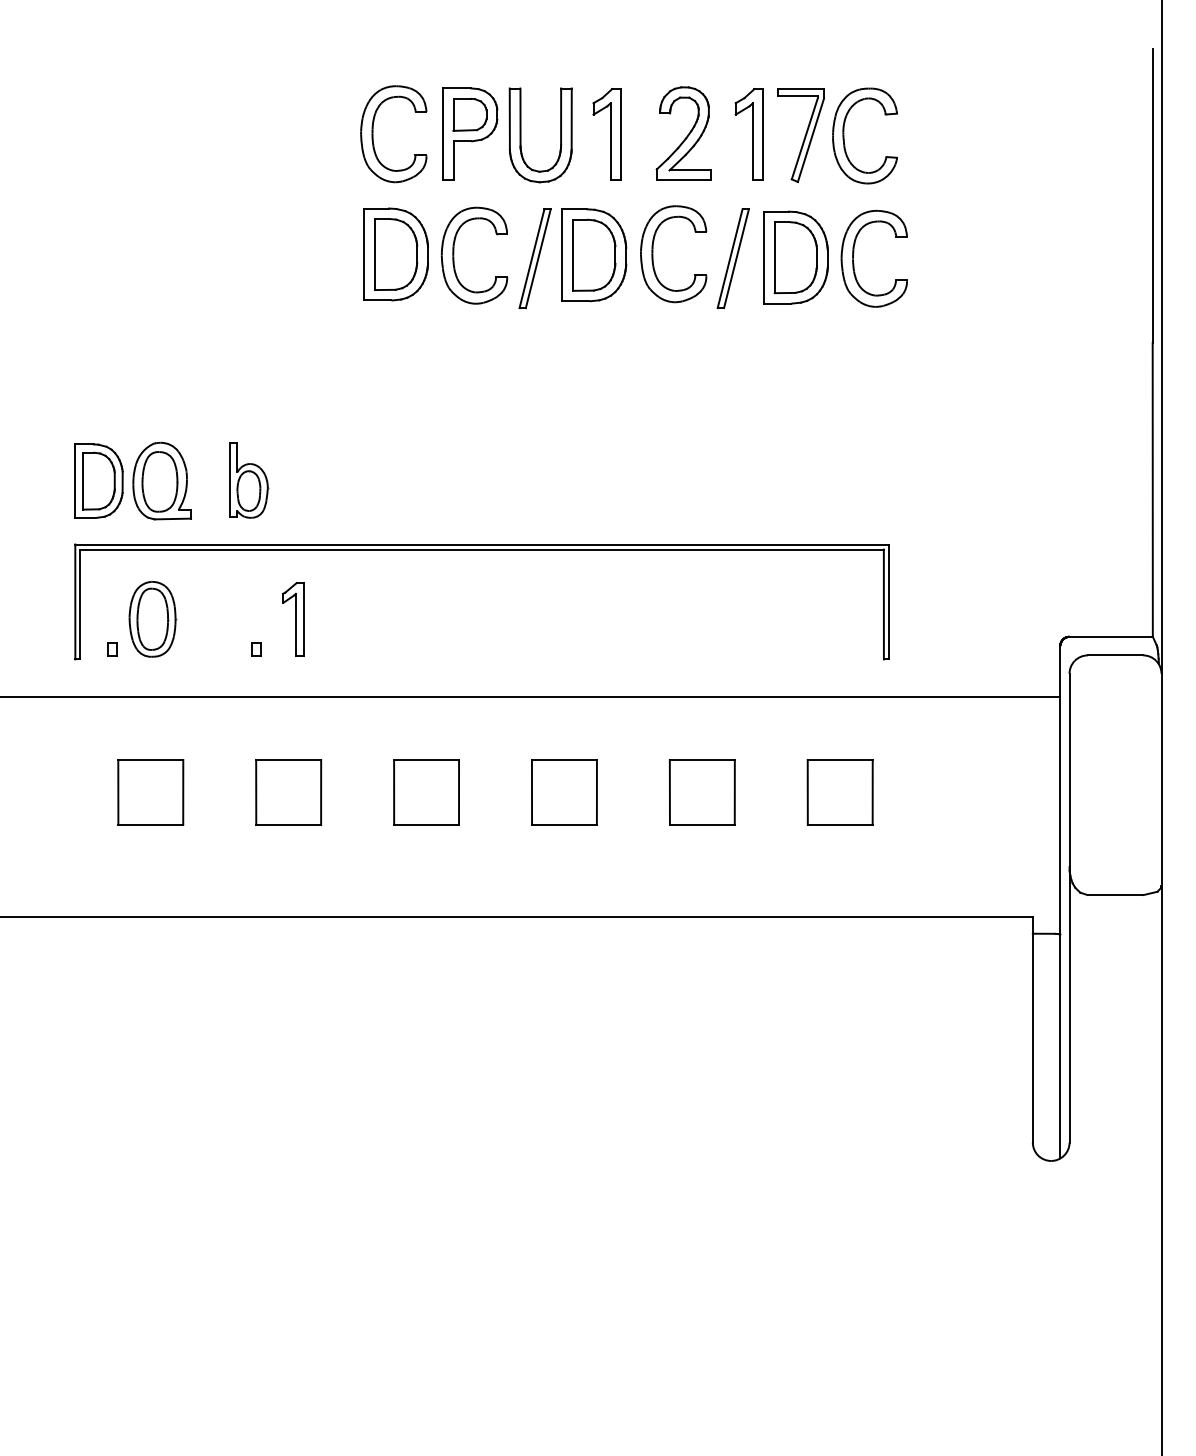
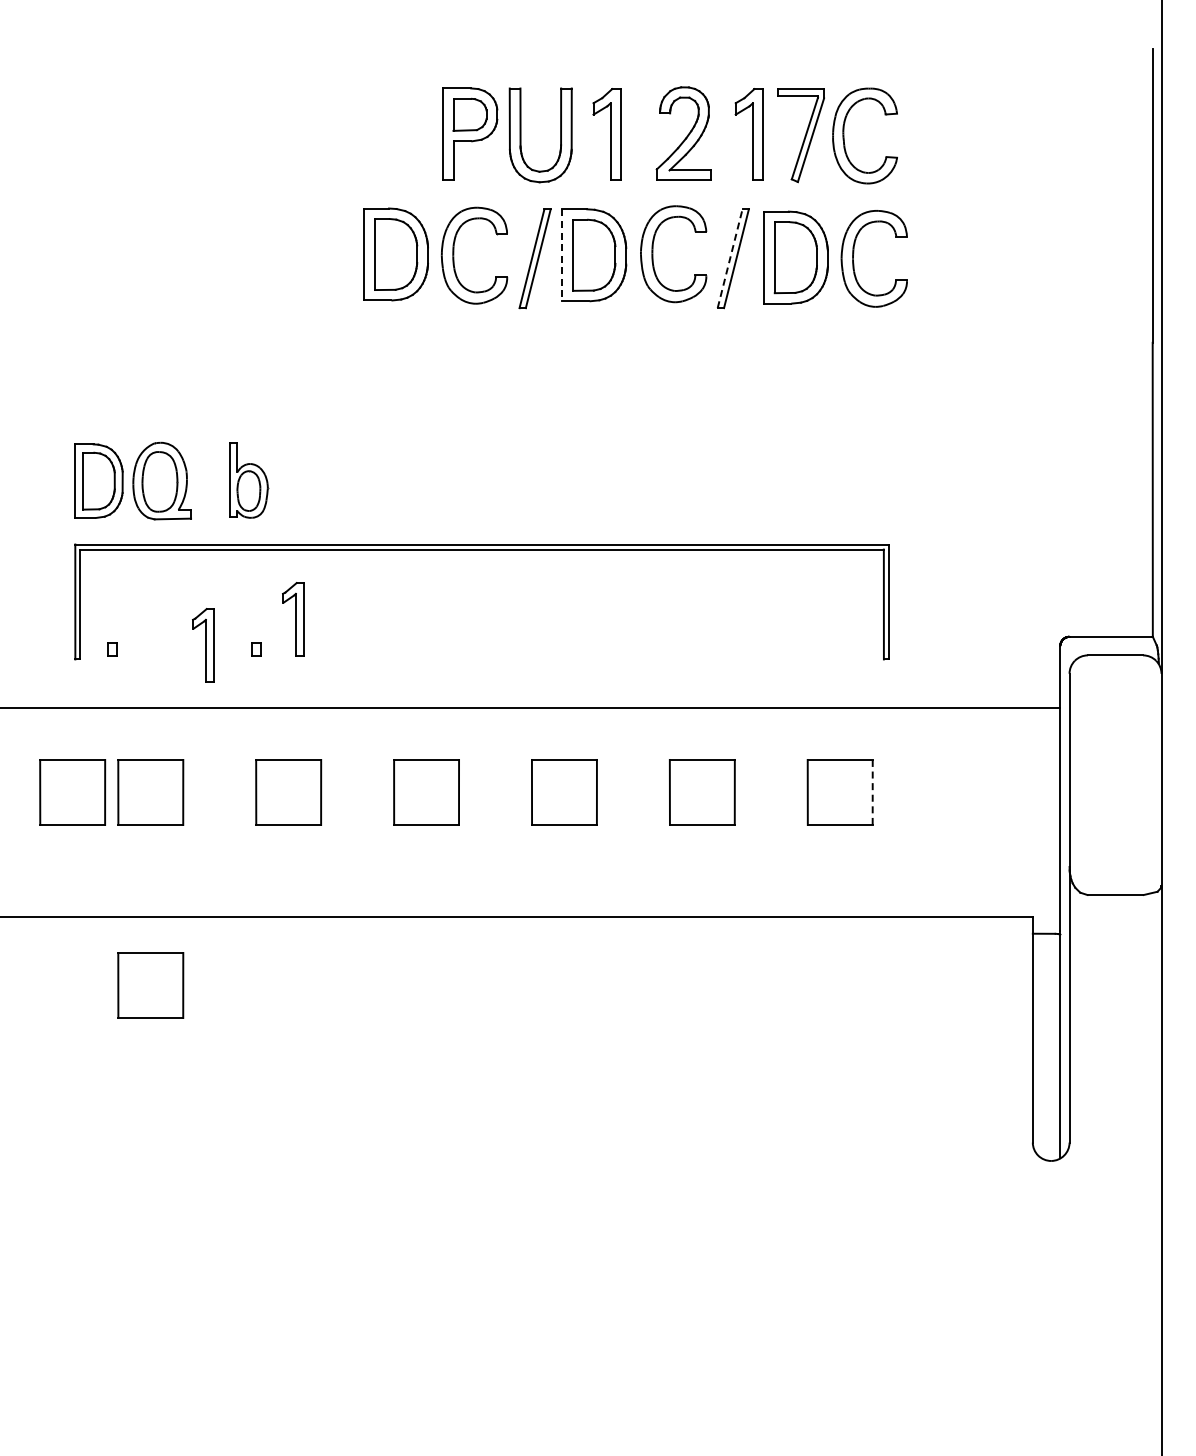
part at (373, 134): present -> none
line at (562, 255): solid -> dashed
line at (730, 258): solid -> dashed
part at (152, 619): present -> none
part at (203, 645): none -> present
line at (531, 697) position: (531, 697) -> (531, 708)
part at (72, 792): none -> present
line at (872, 792): solid -> dashed
part at (150, 985): none -> present
